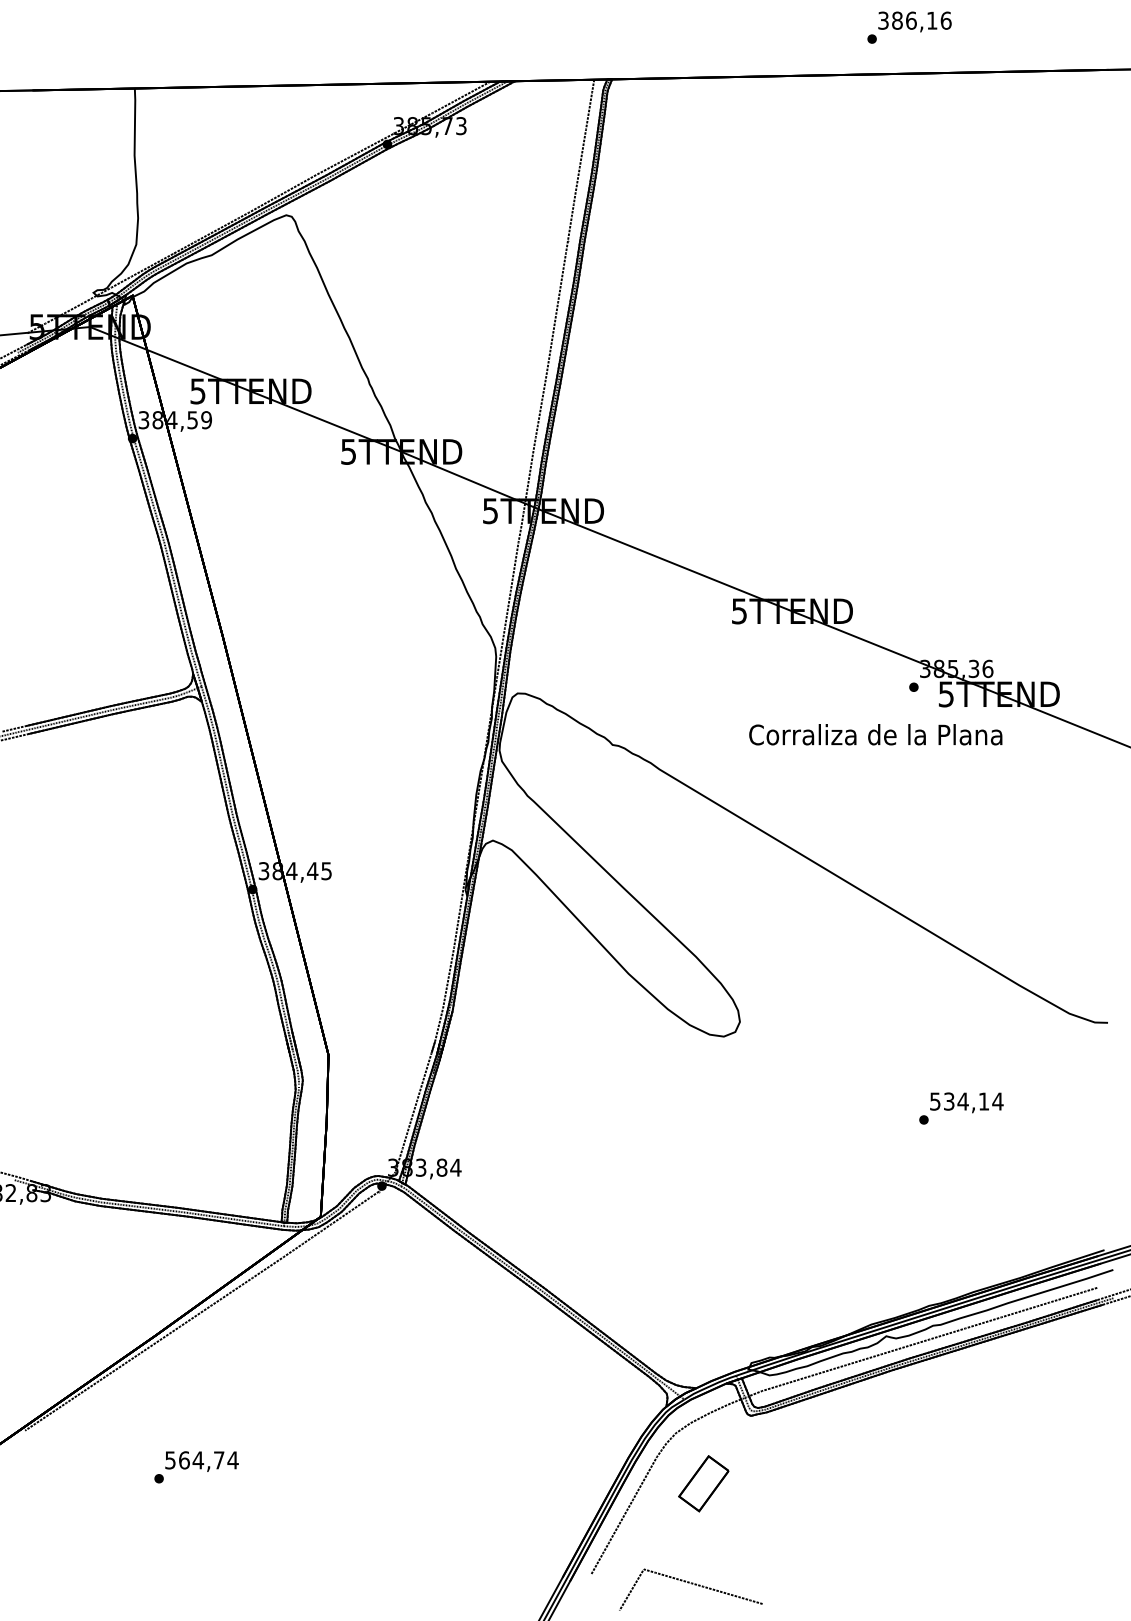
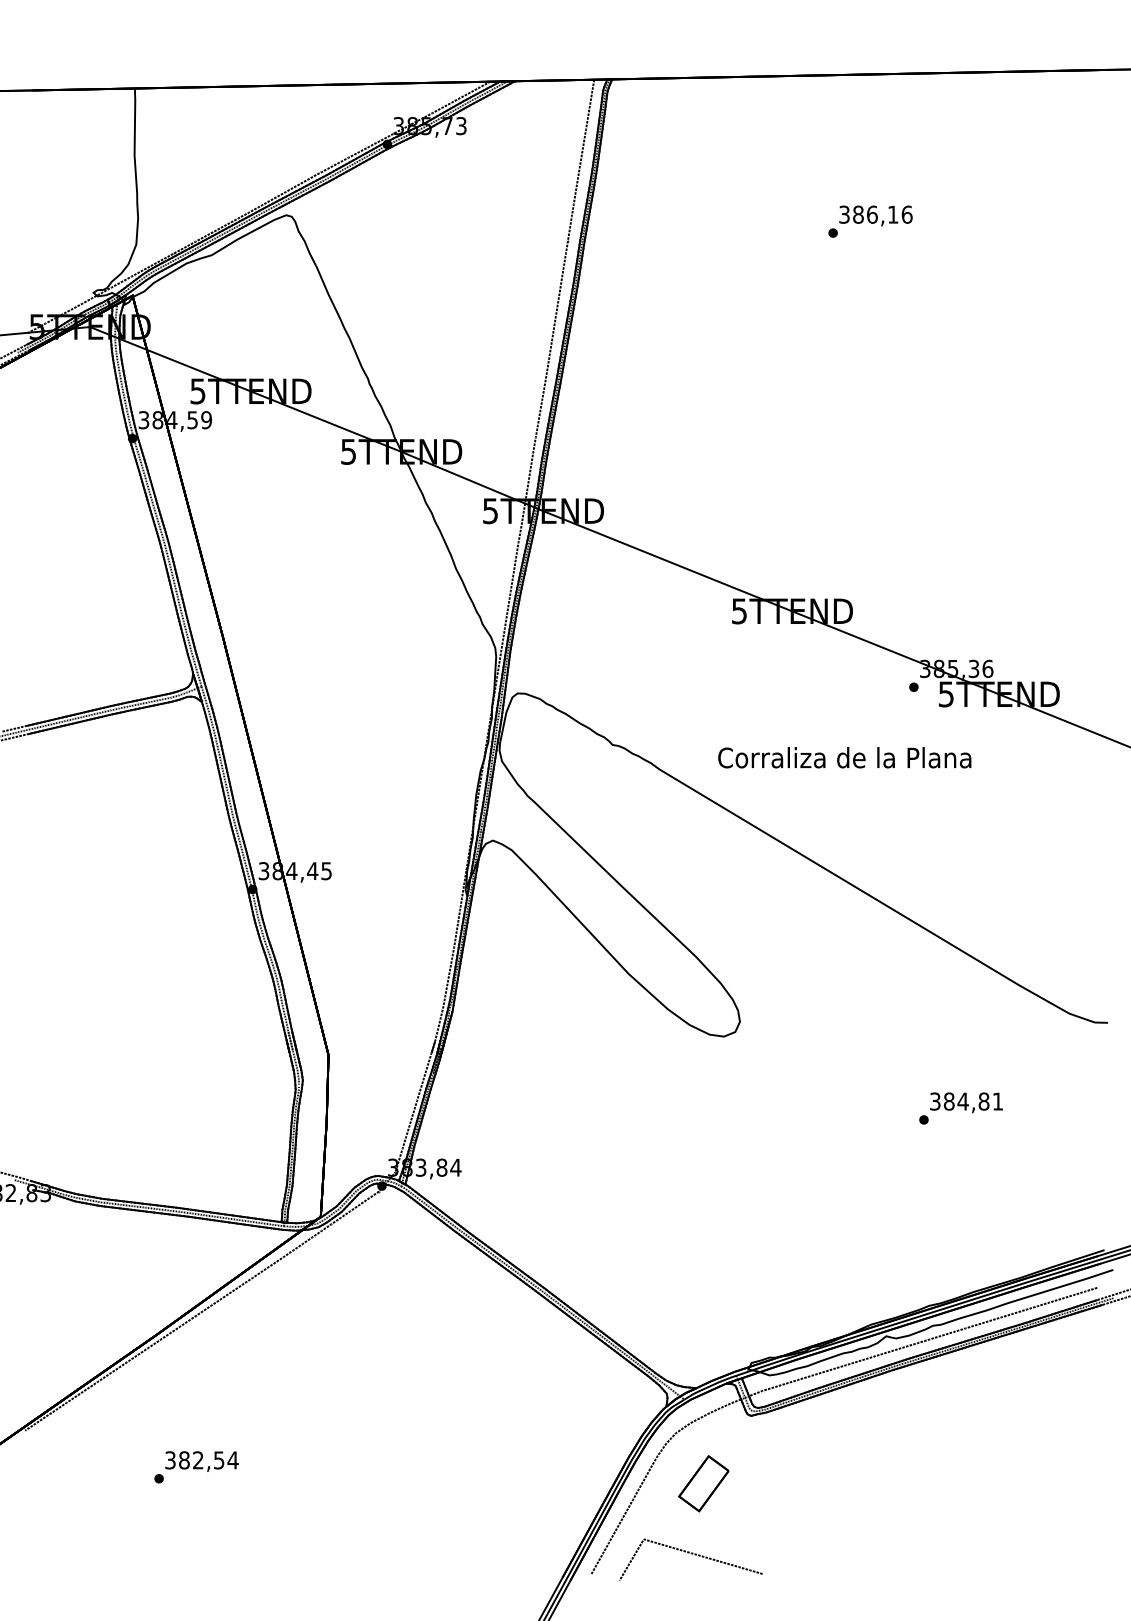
text at (909, 27) position: (909, 27) -> (870, 221)
text at (875, 734) position: (875, 734) -> (844, 757)
text at (966, 1101): 534,14 -> 384,81
text at (194, 1460): 564,74 -> 382,54
curve at (691, 1584) position: (691, 1584) -> (691, 1554)
